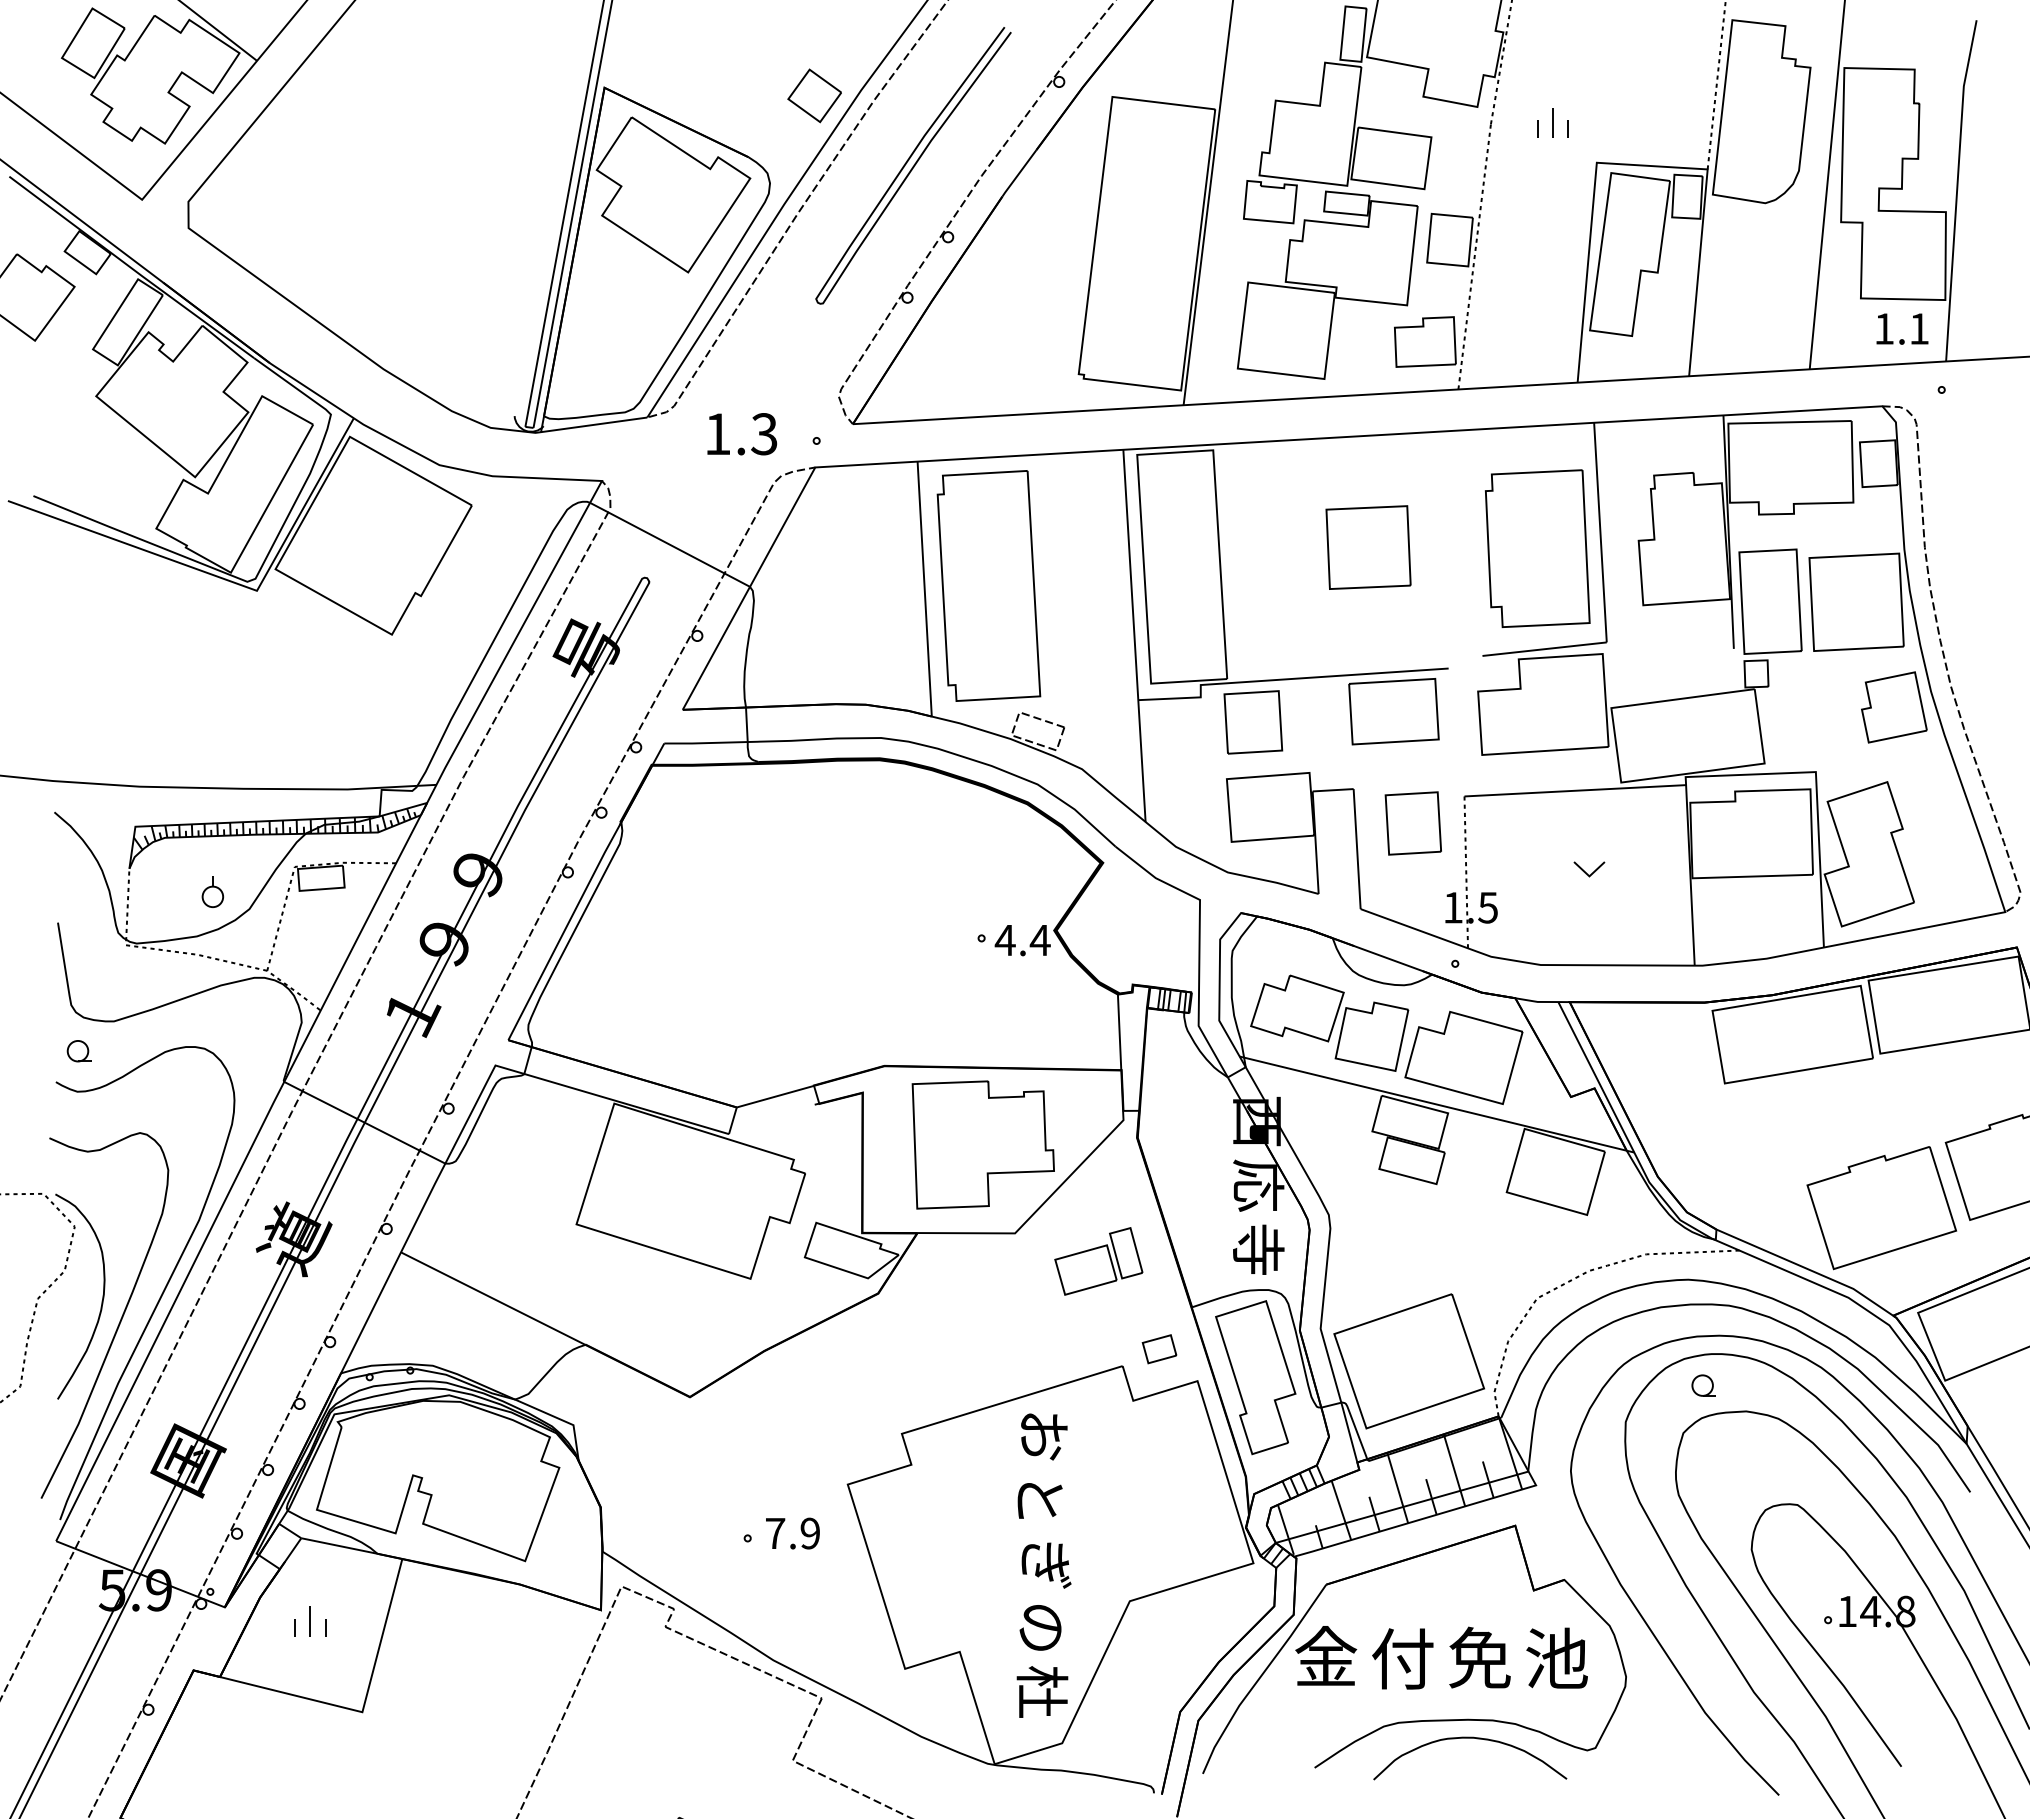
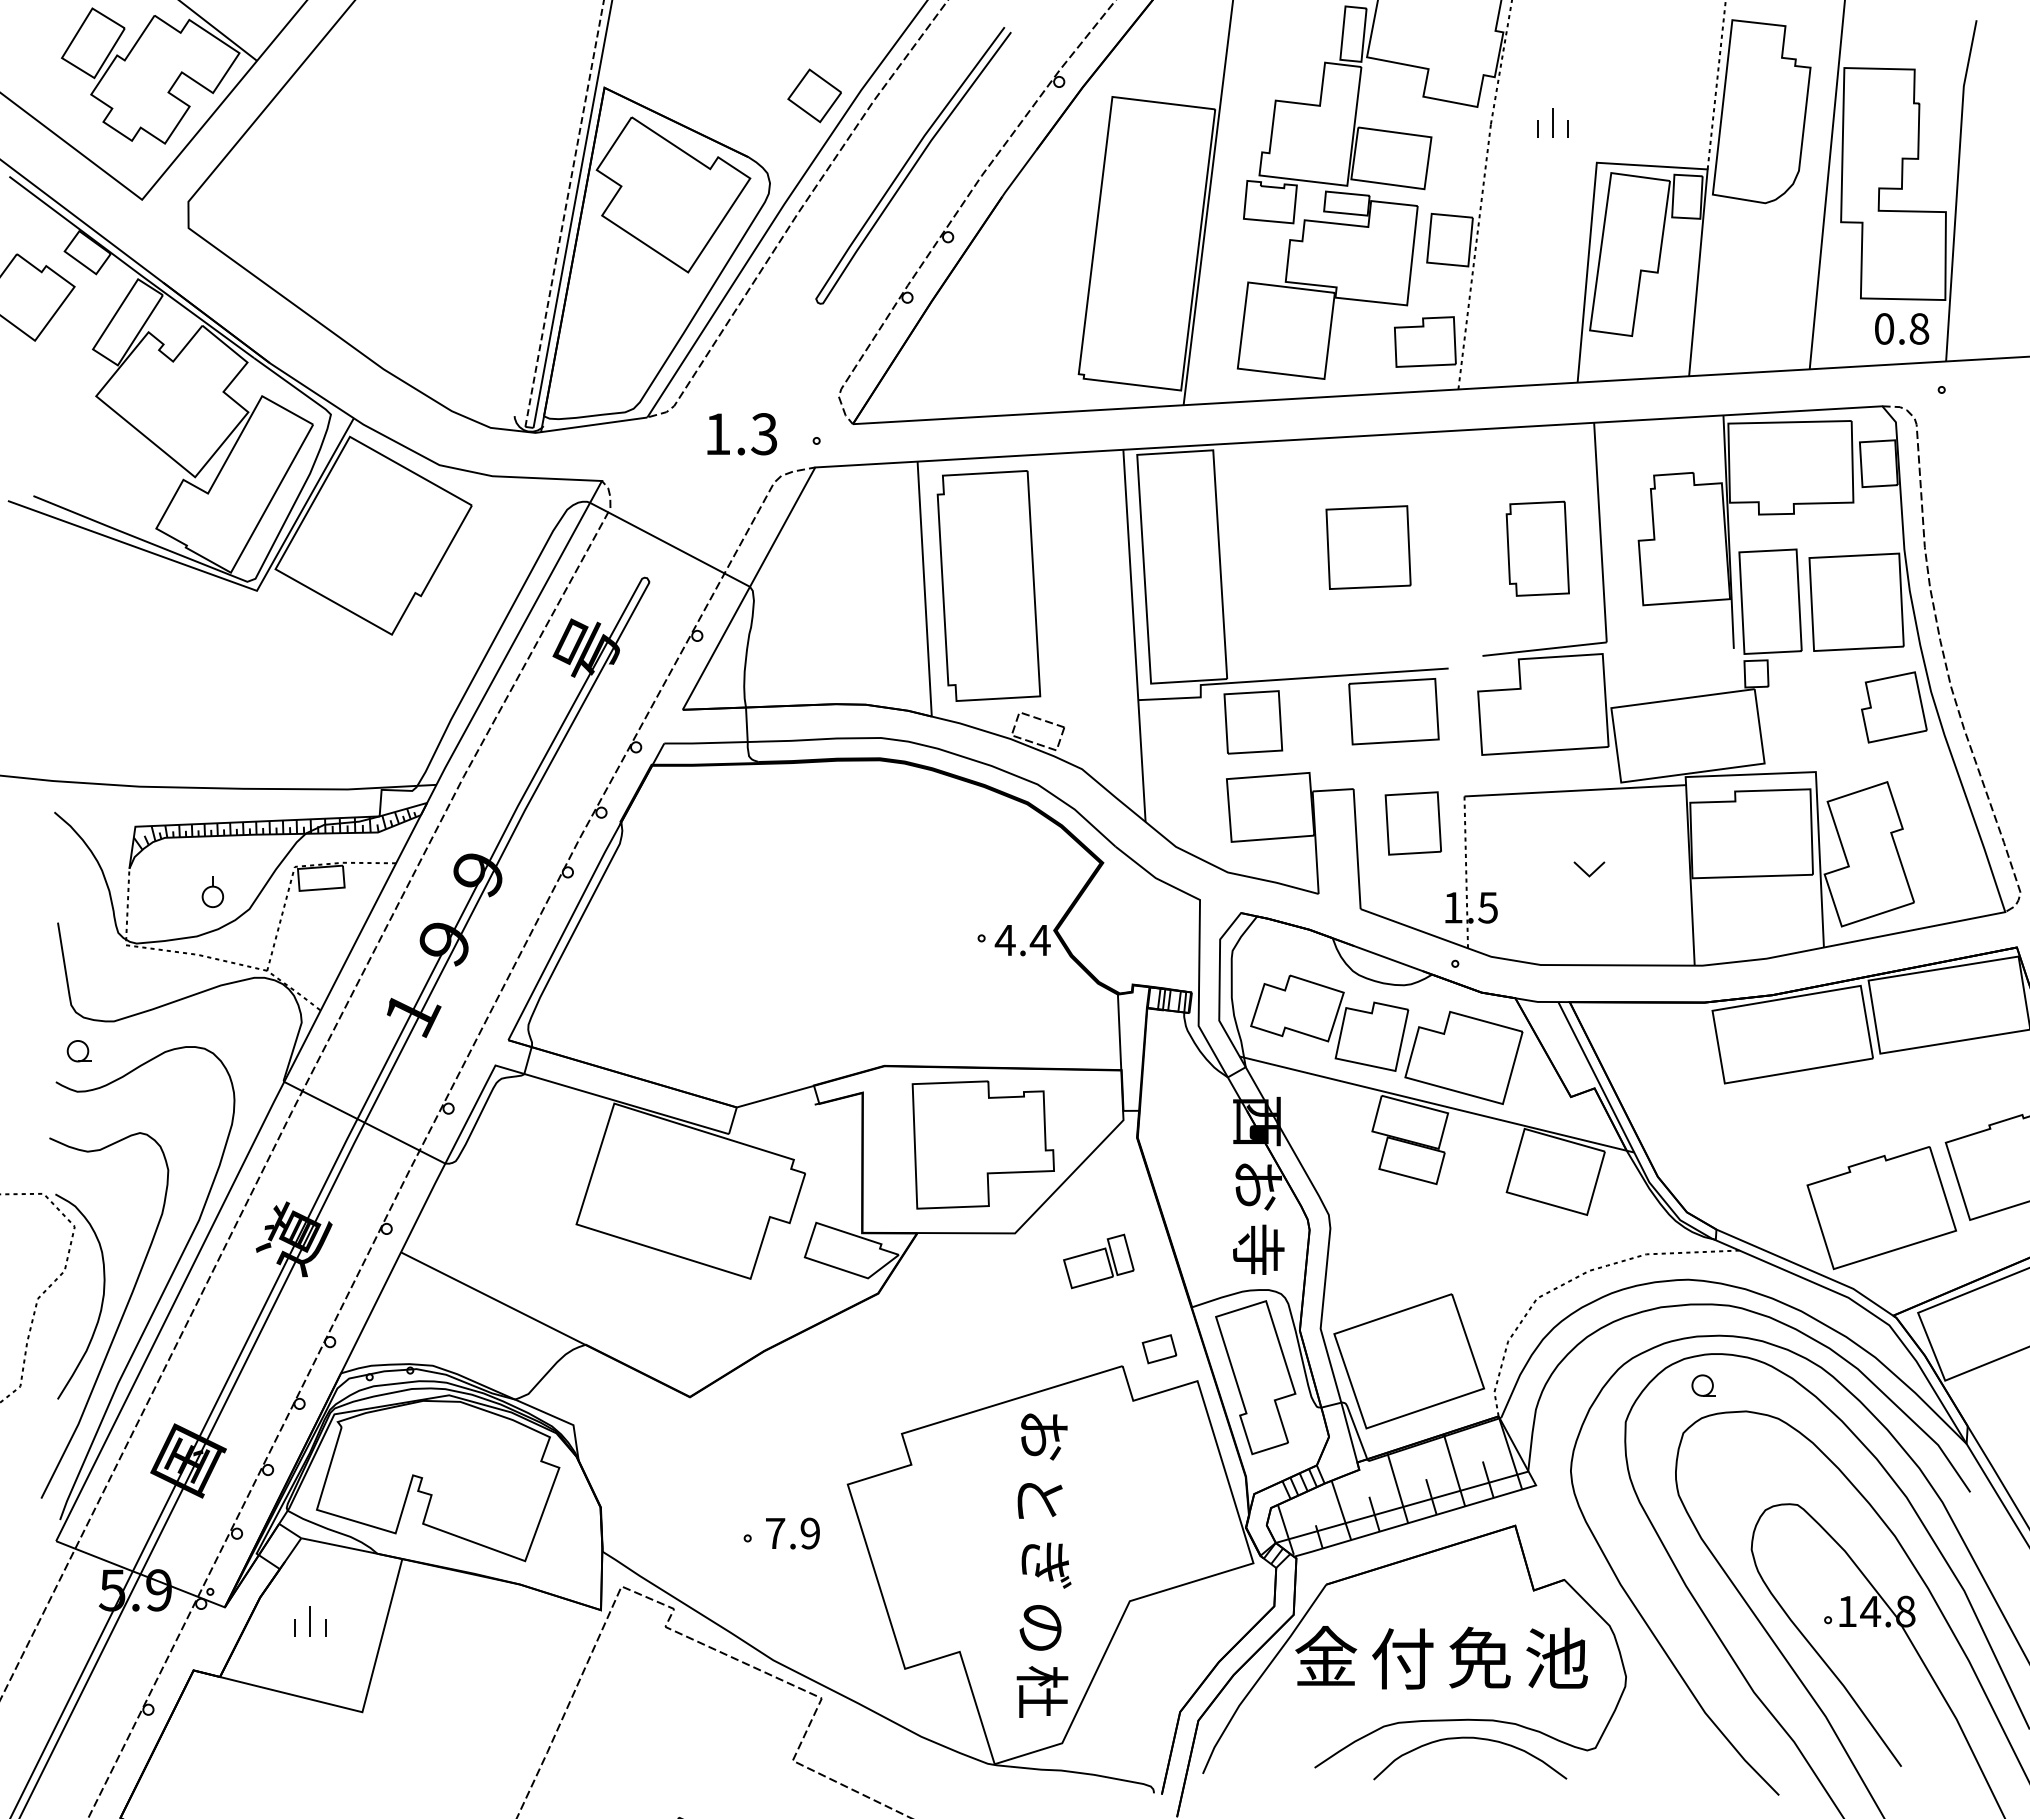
line at (564, 213): solid -> dashed
text at (1902, 328): 1.1 -> 0.8
part at (1537, 548) size: 106x160 px -> 65x97 px
text at (1258, 1185): 応 -> お
part at (1098, 1261) size: 90x69 px -> 72x57 px
